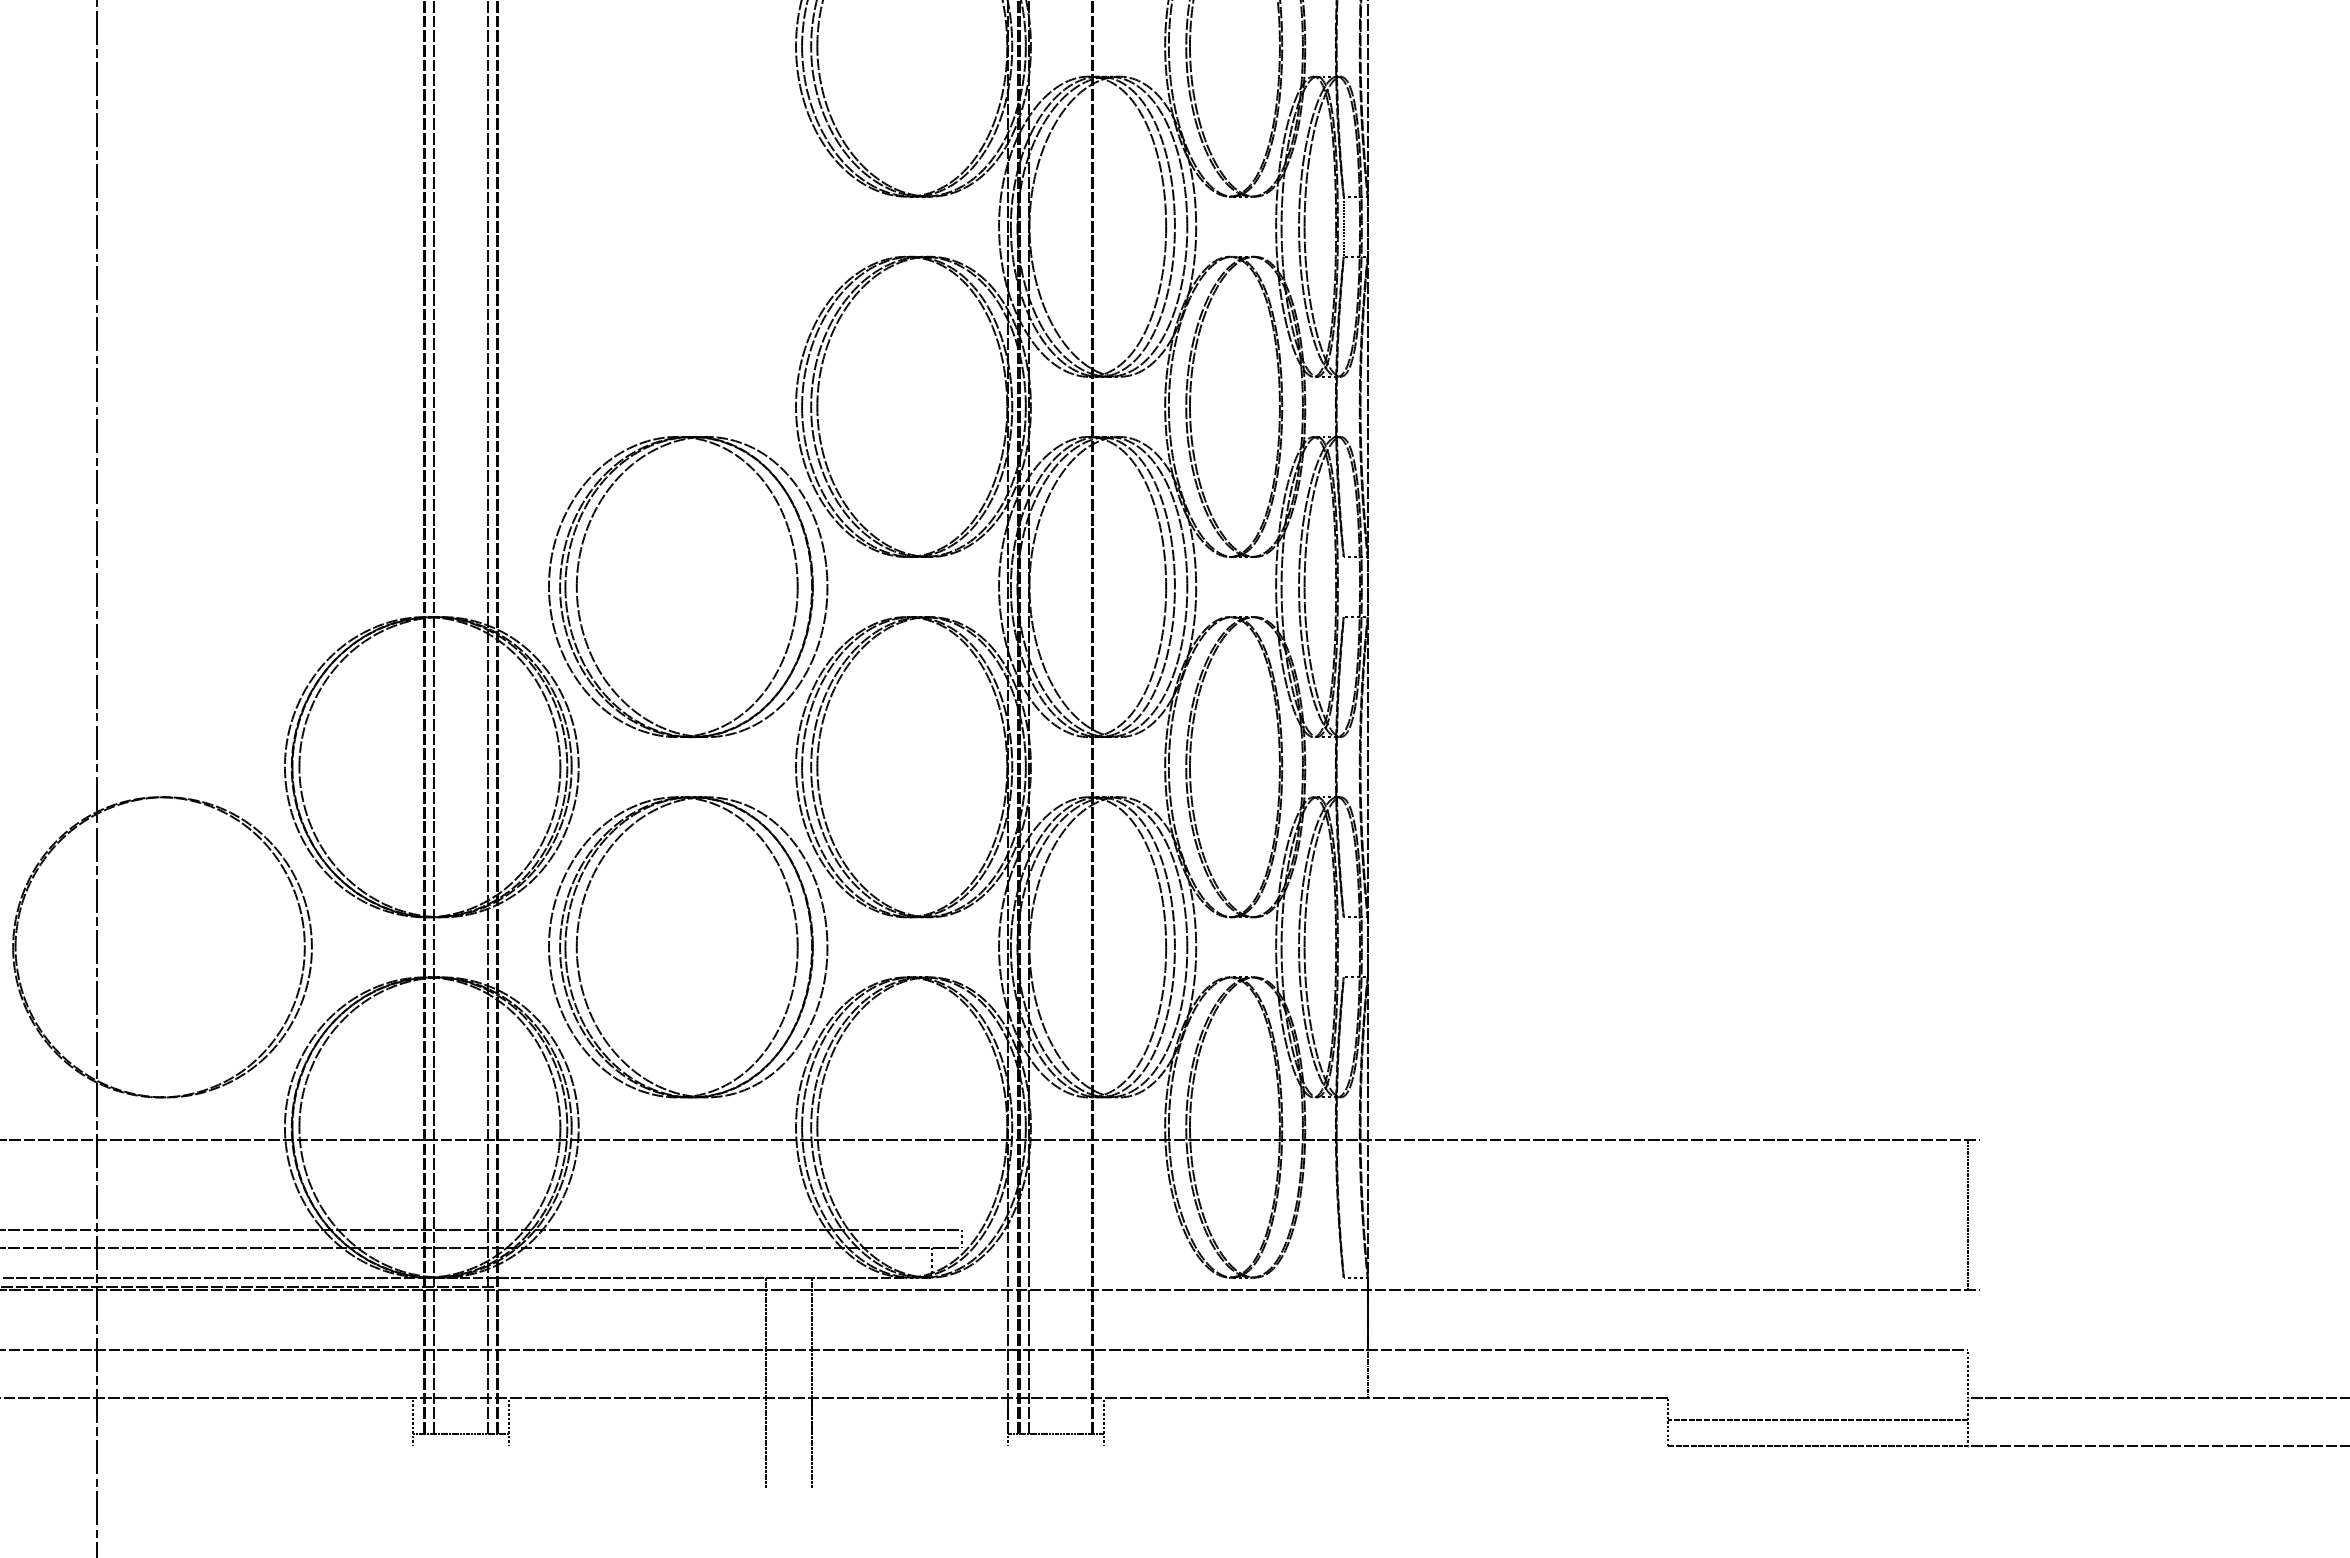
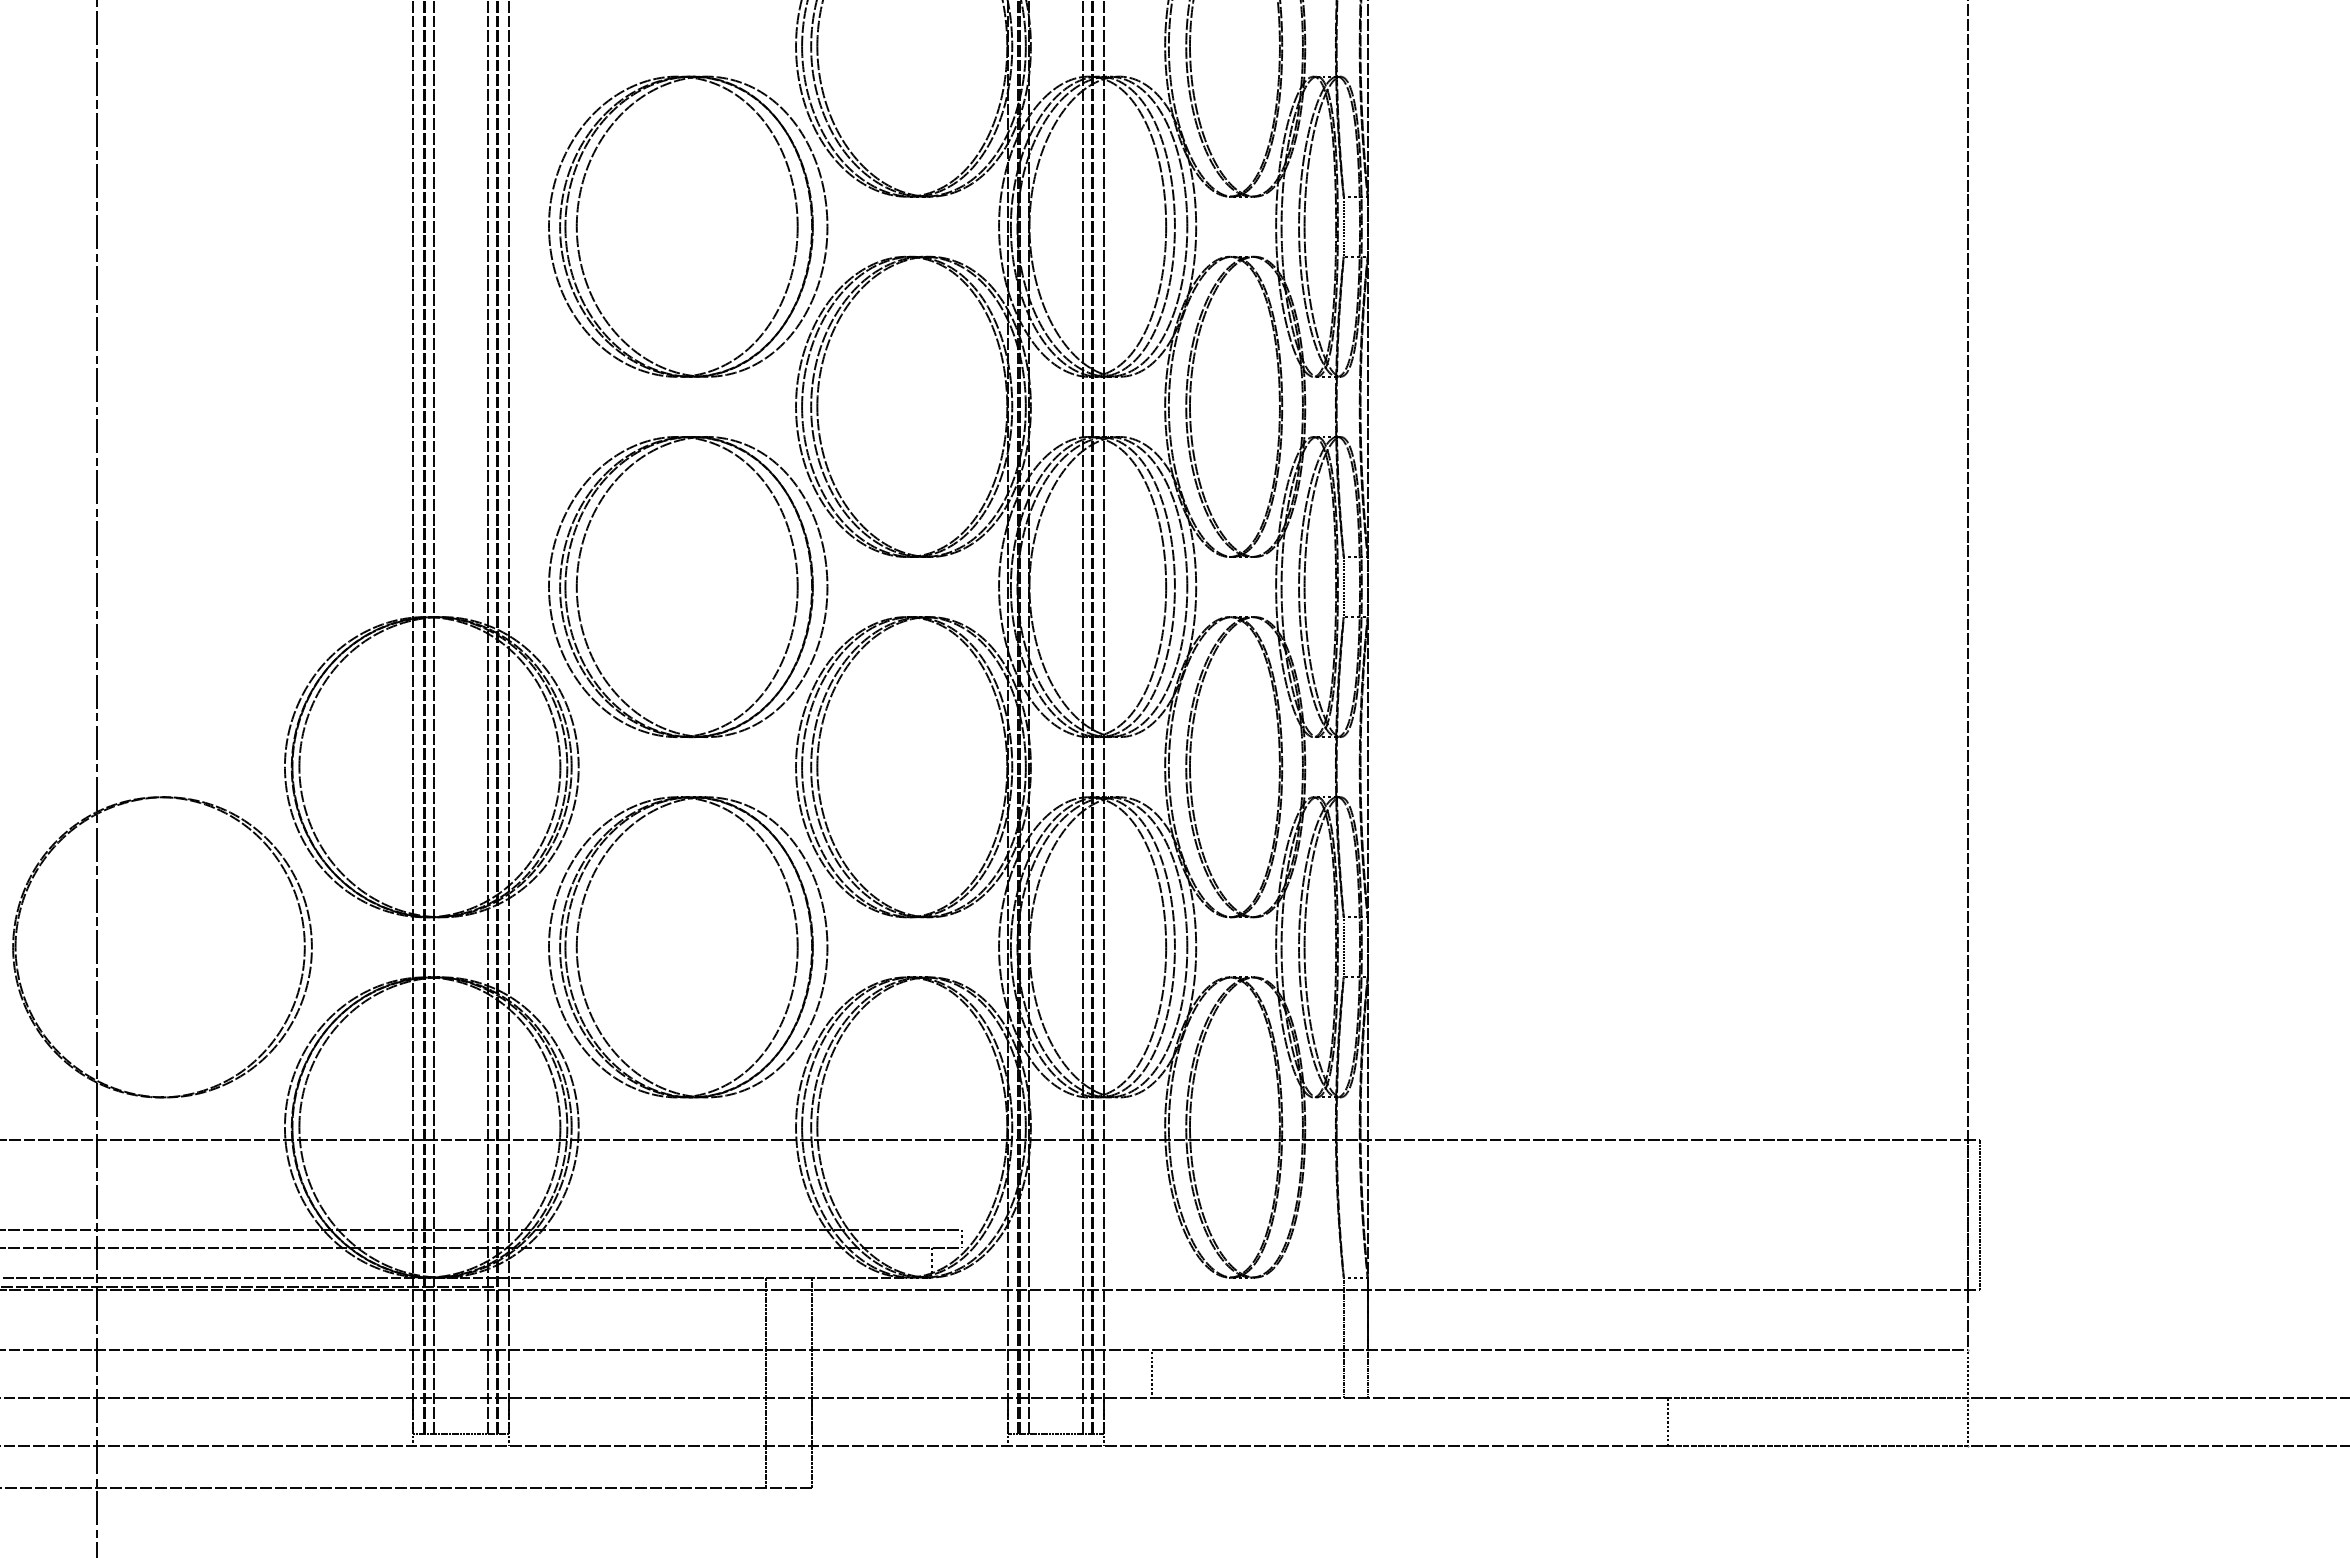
part at (796, 226): none -> present
line at (1343, 586): none -> present
line at (1968, 675): none -> present
line at (413, 717): none -> present
line at (509, 717): none -> present
line at (1082, 717): none -> present
line at (1103, 717): none -> present
line at (1343, 947): none -> present
line at (1980, 1214): none -> present
line at (1343, 1337): none -> present
line at (1151, 1373): none -> present
line at (1818, 1419) position: (1818, 1419) -> (1818, 1397)
line at (835, 1445): none -> present
line at (407, 1487): none -> present
